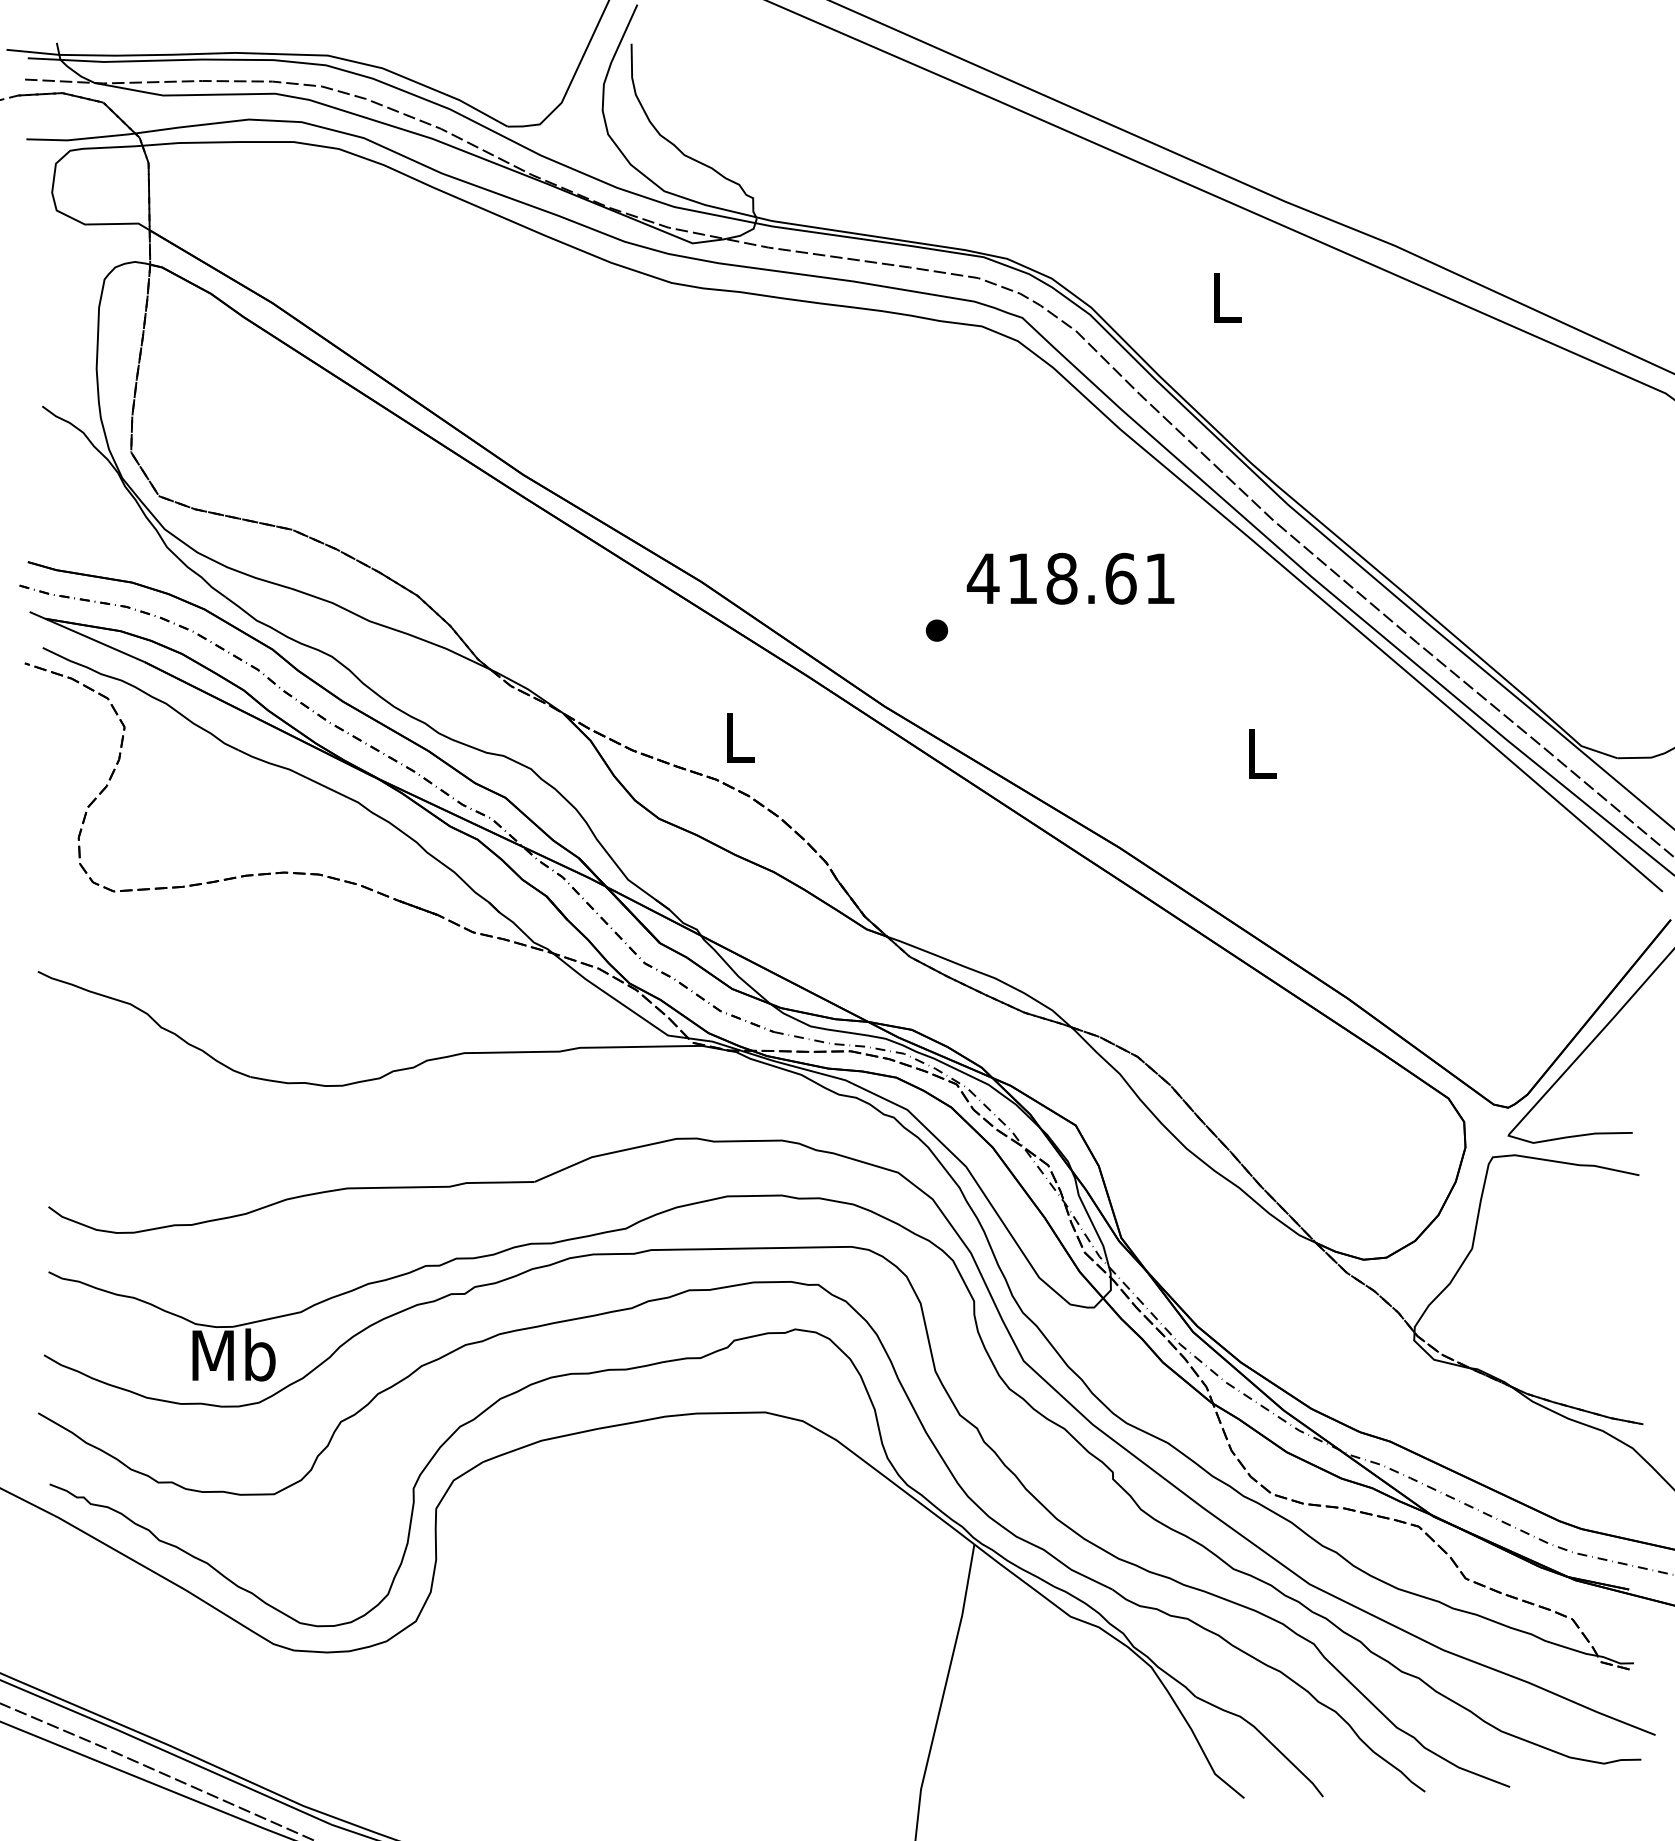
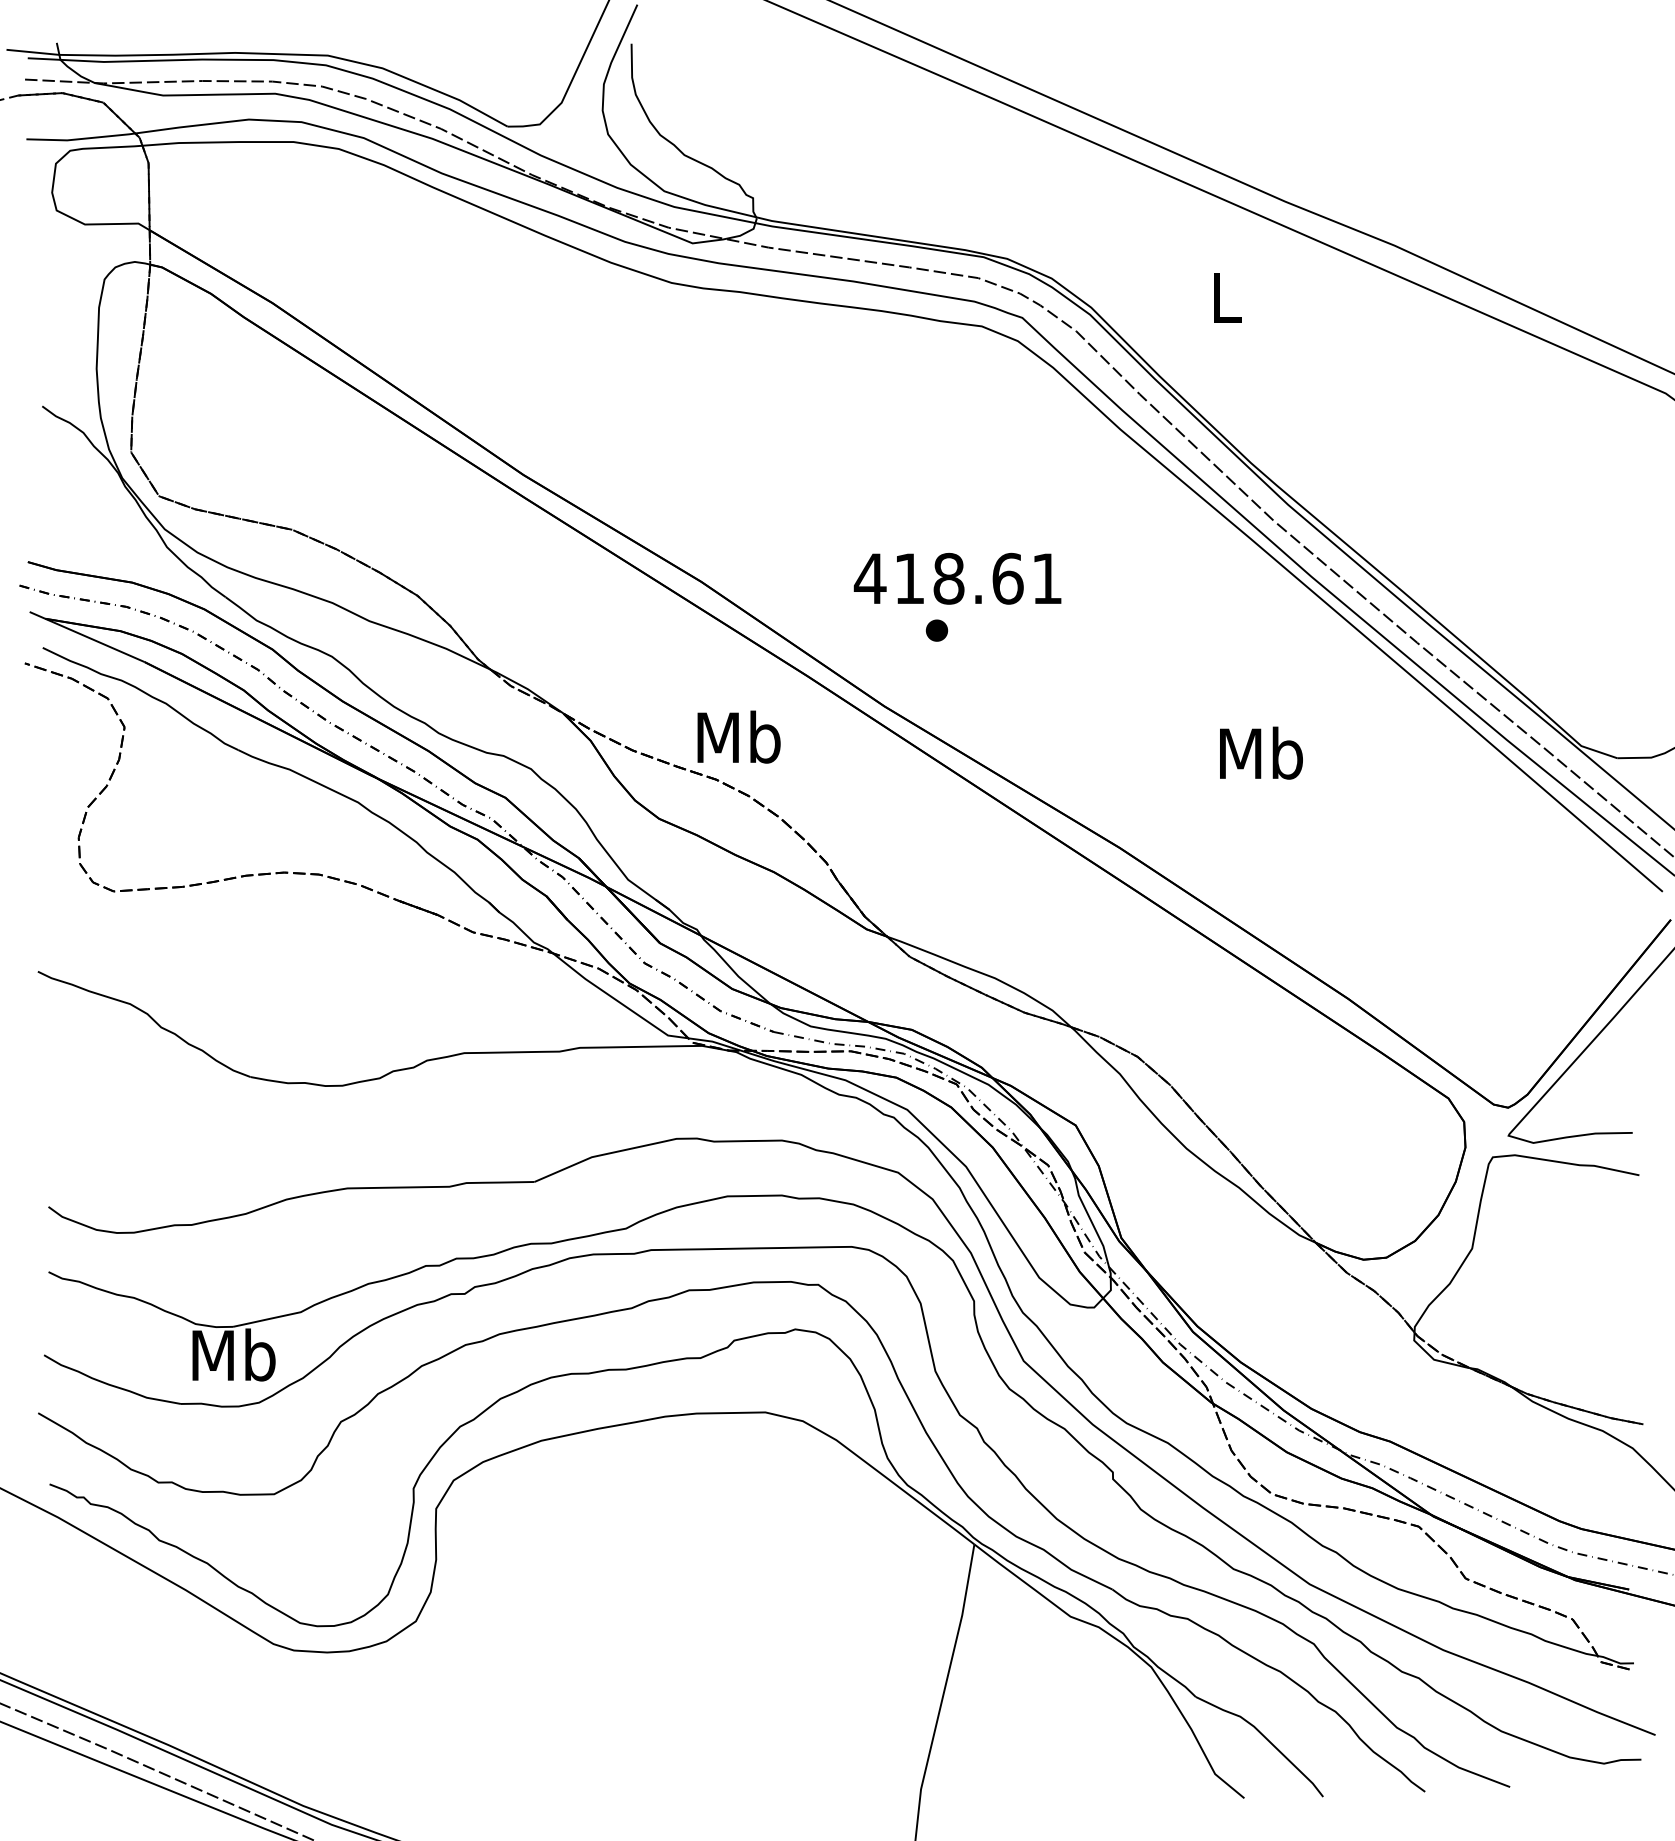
text at (1070, 578) position: (1070, 578) -> (957, 578)
text at (738, 736): L -> Mb
text at (1261, 752): L -> Mb
